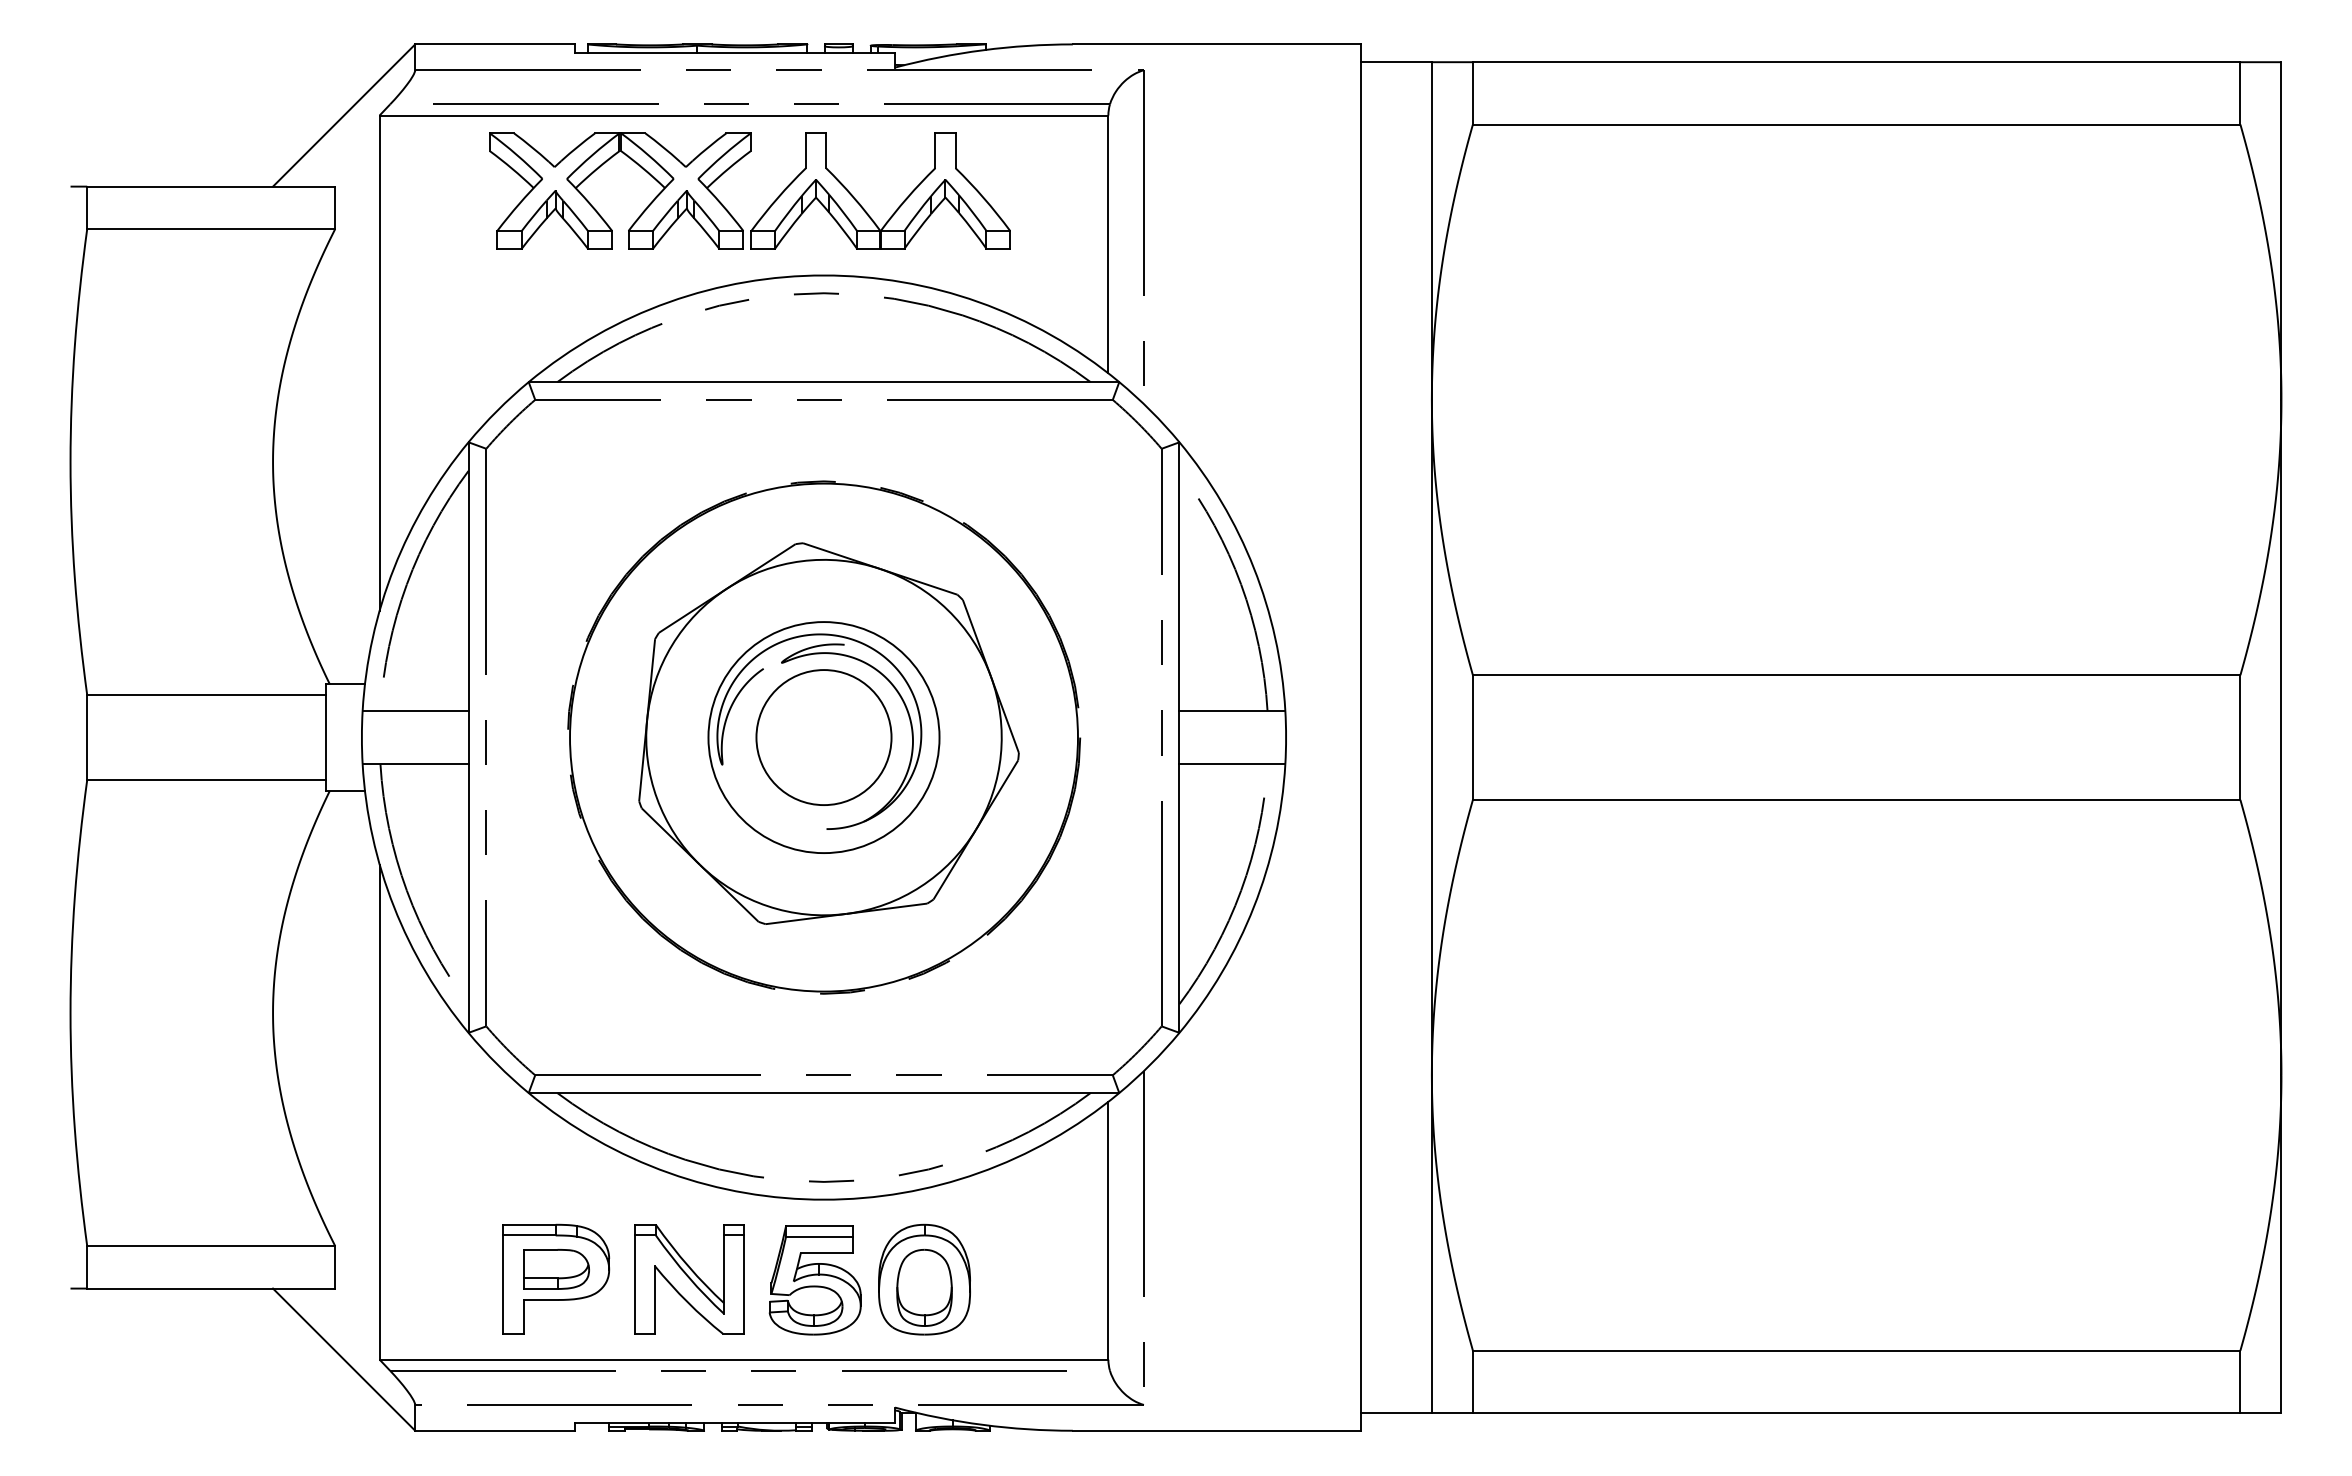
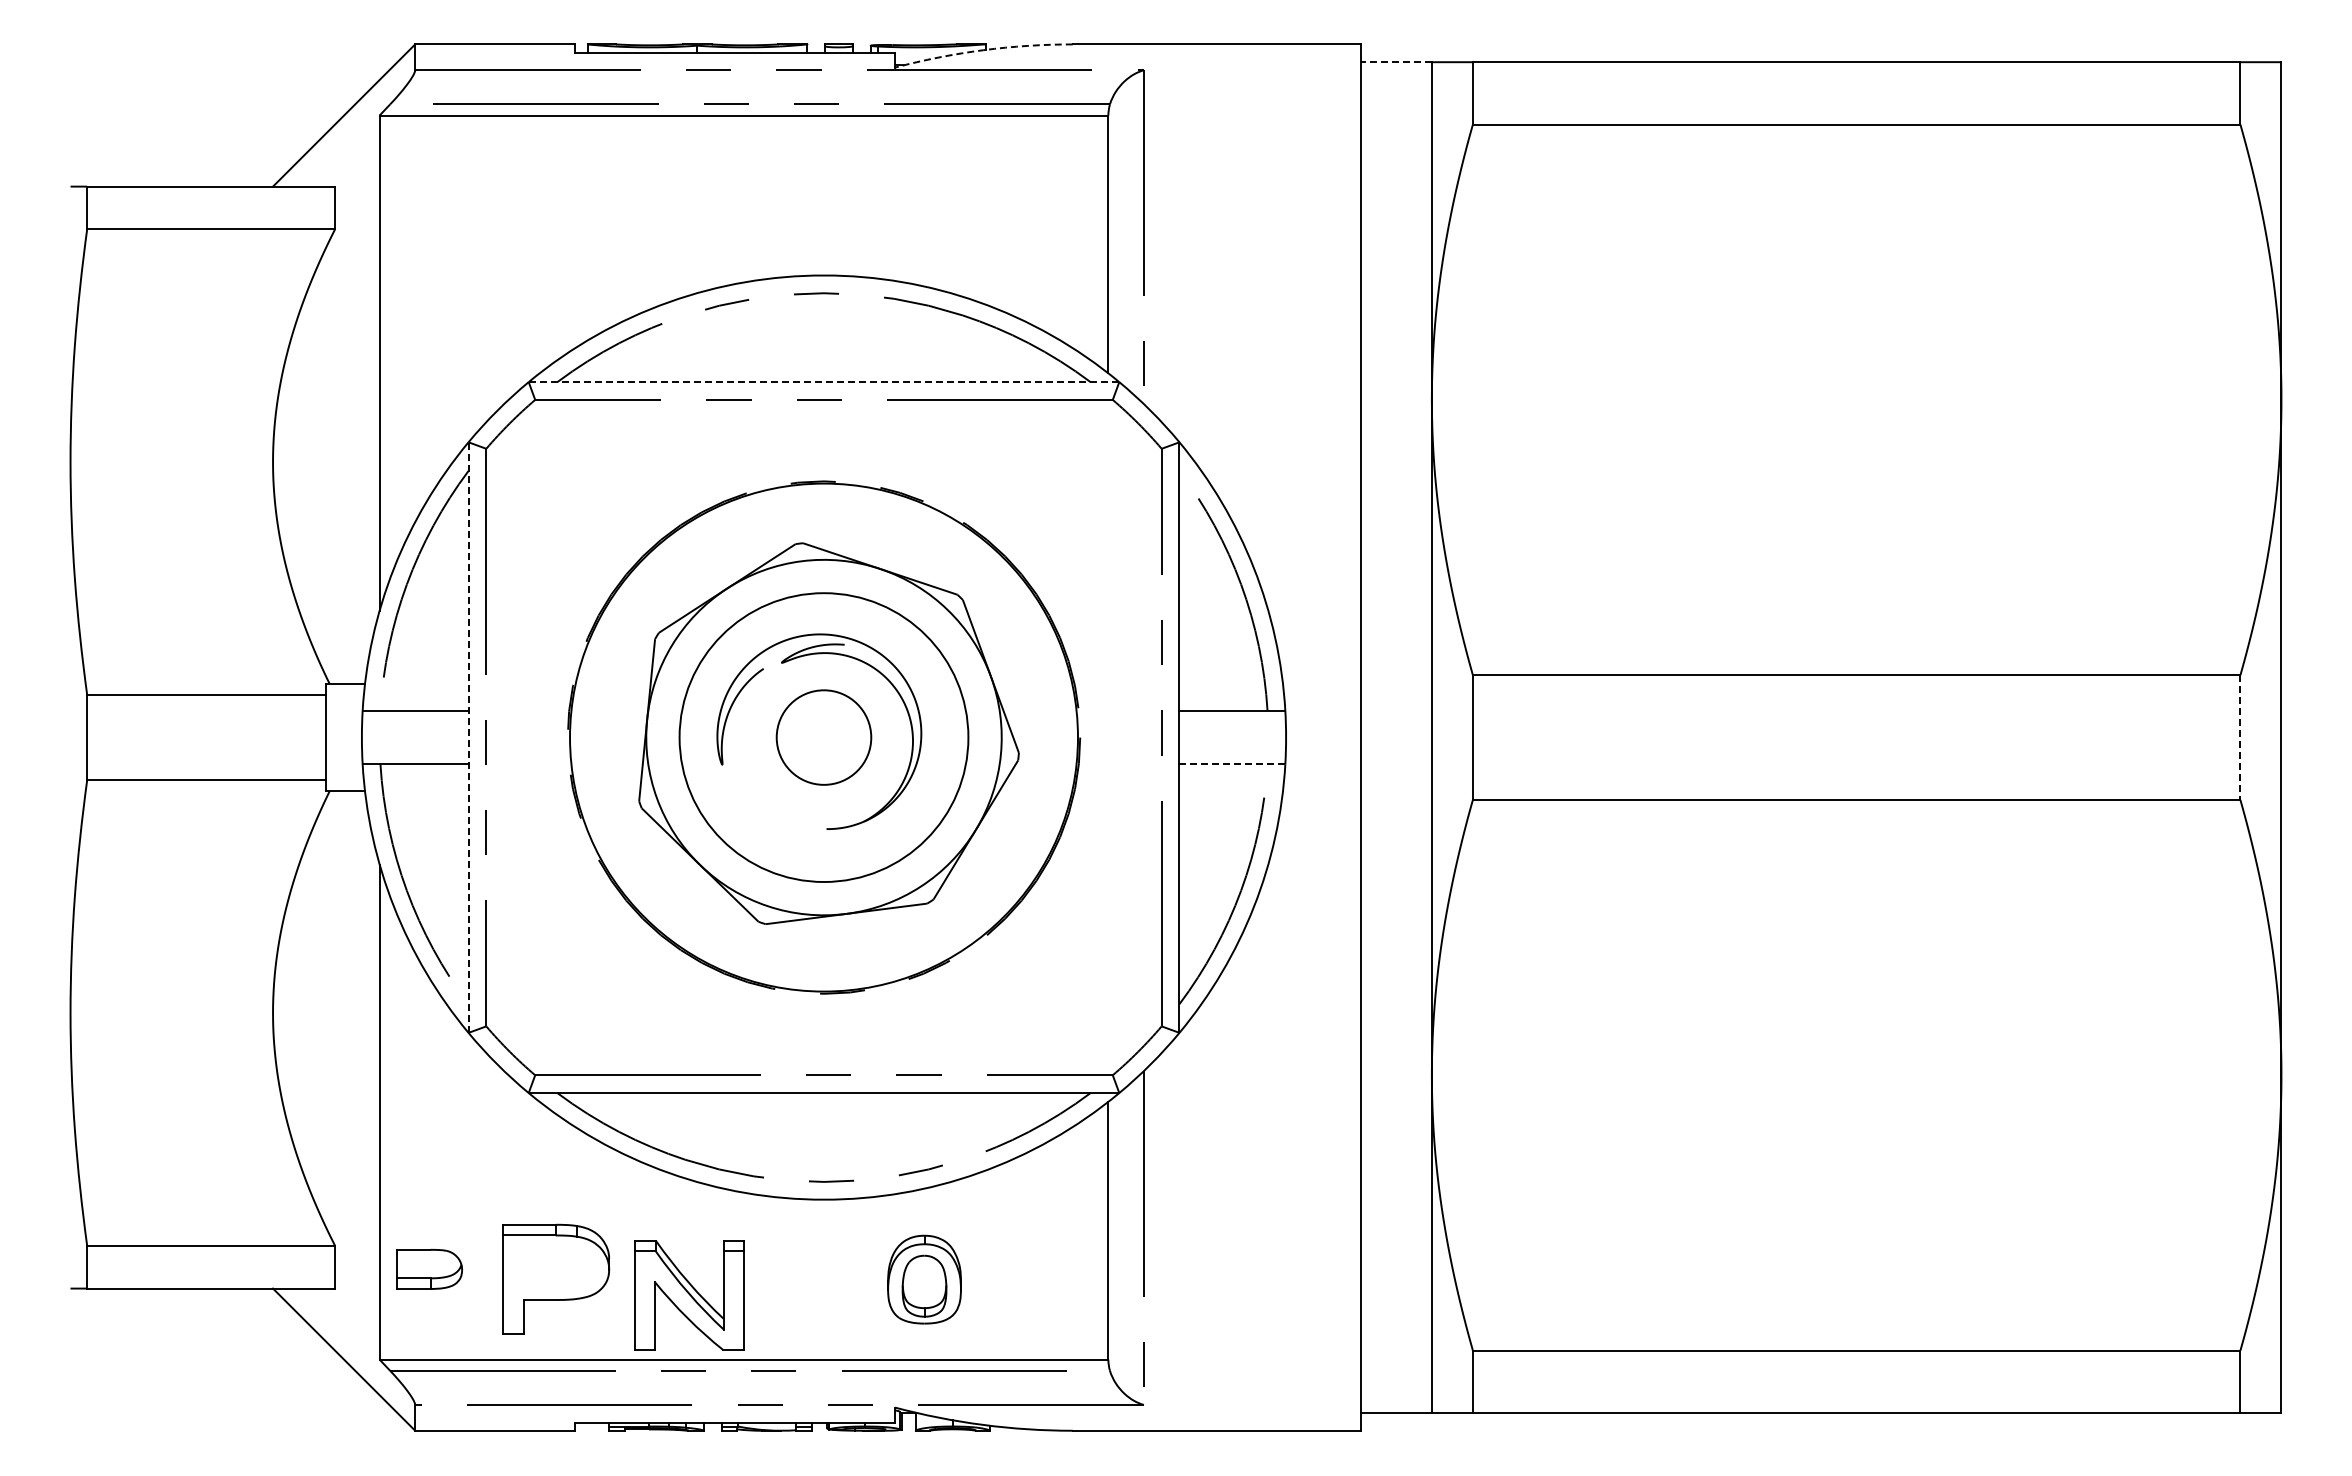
arc at (983, 50): solid -> dashed
line at (1396, 62): solid -> dashed
part at (767, 208): present -> none
line at (824, 382): solid -> dashed
line at (468, 737): solid -> dashed
circle at (823, 737) diameter: 135 px -> 95 px
circle at (823, 737) diameter: 231 px -> 289 px
line at (2240, 738): solid -> dashed
line at (1232, 764): solid -> dashed
part at (556, 1268) position: (556, 1268) -> (429, 1268)
part at (689, 1279) position: (689, 1279) -> (689, 1295)
part at (924, 1279) size: 93x113 px -> 75x91 px
part at (814, 1280): present -> none
